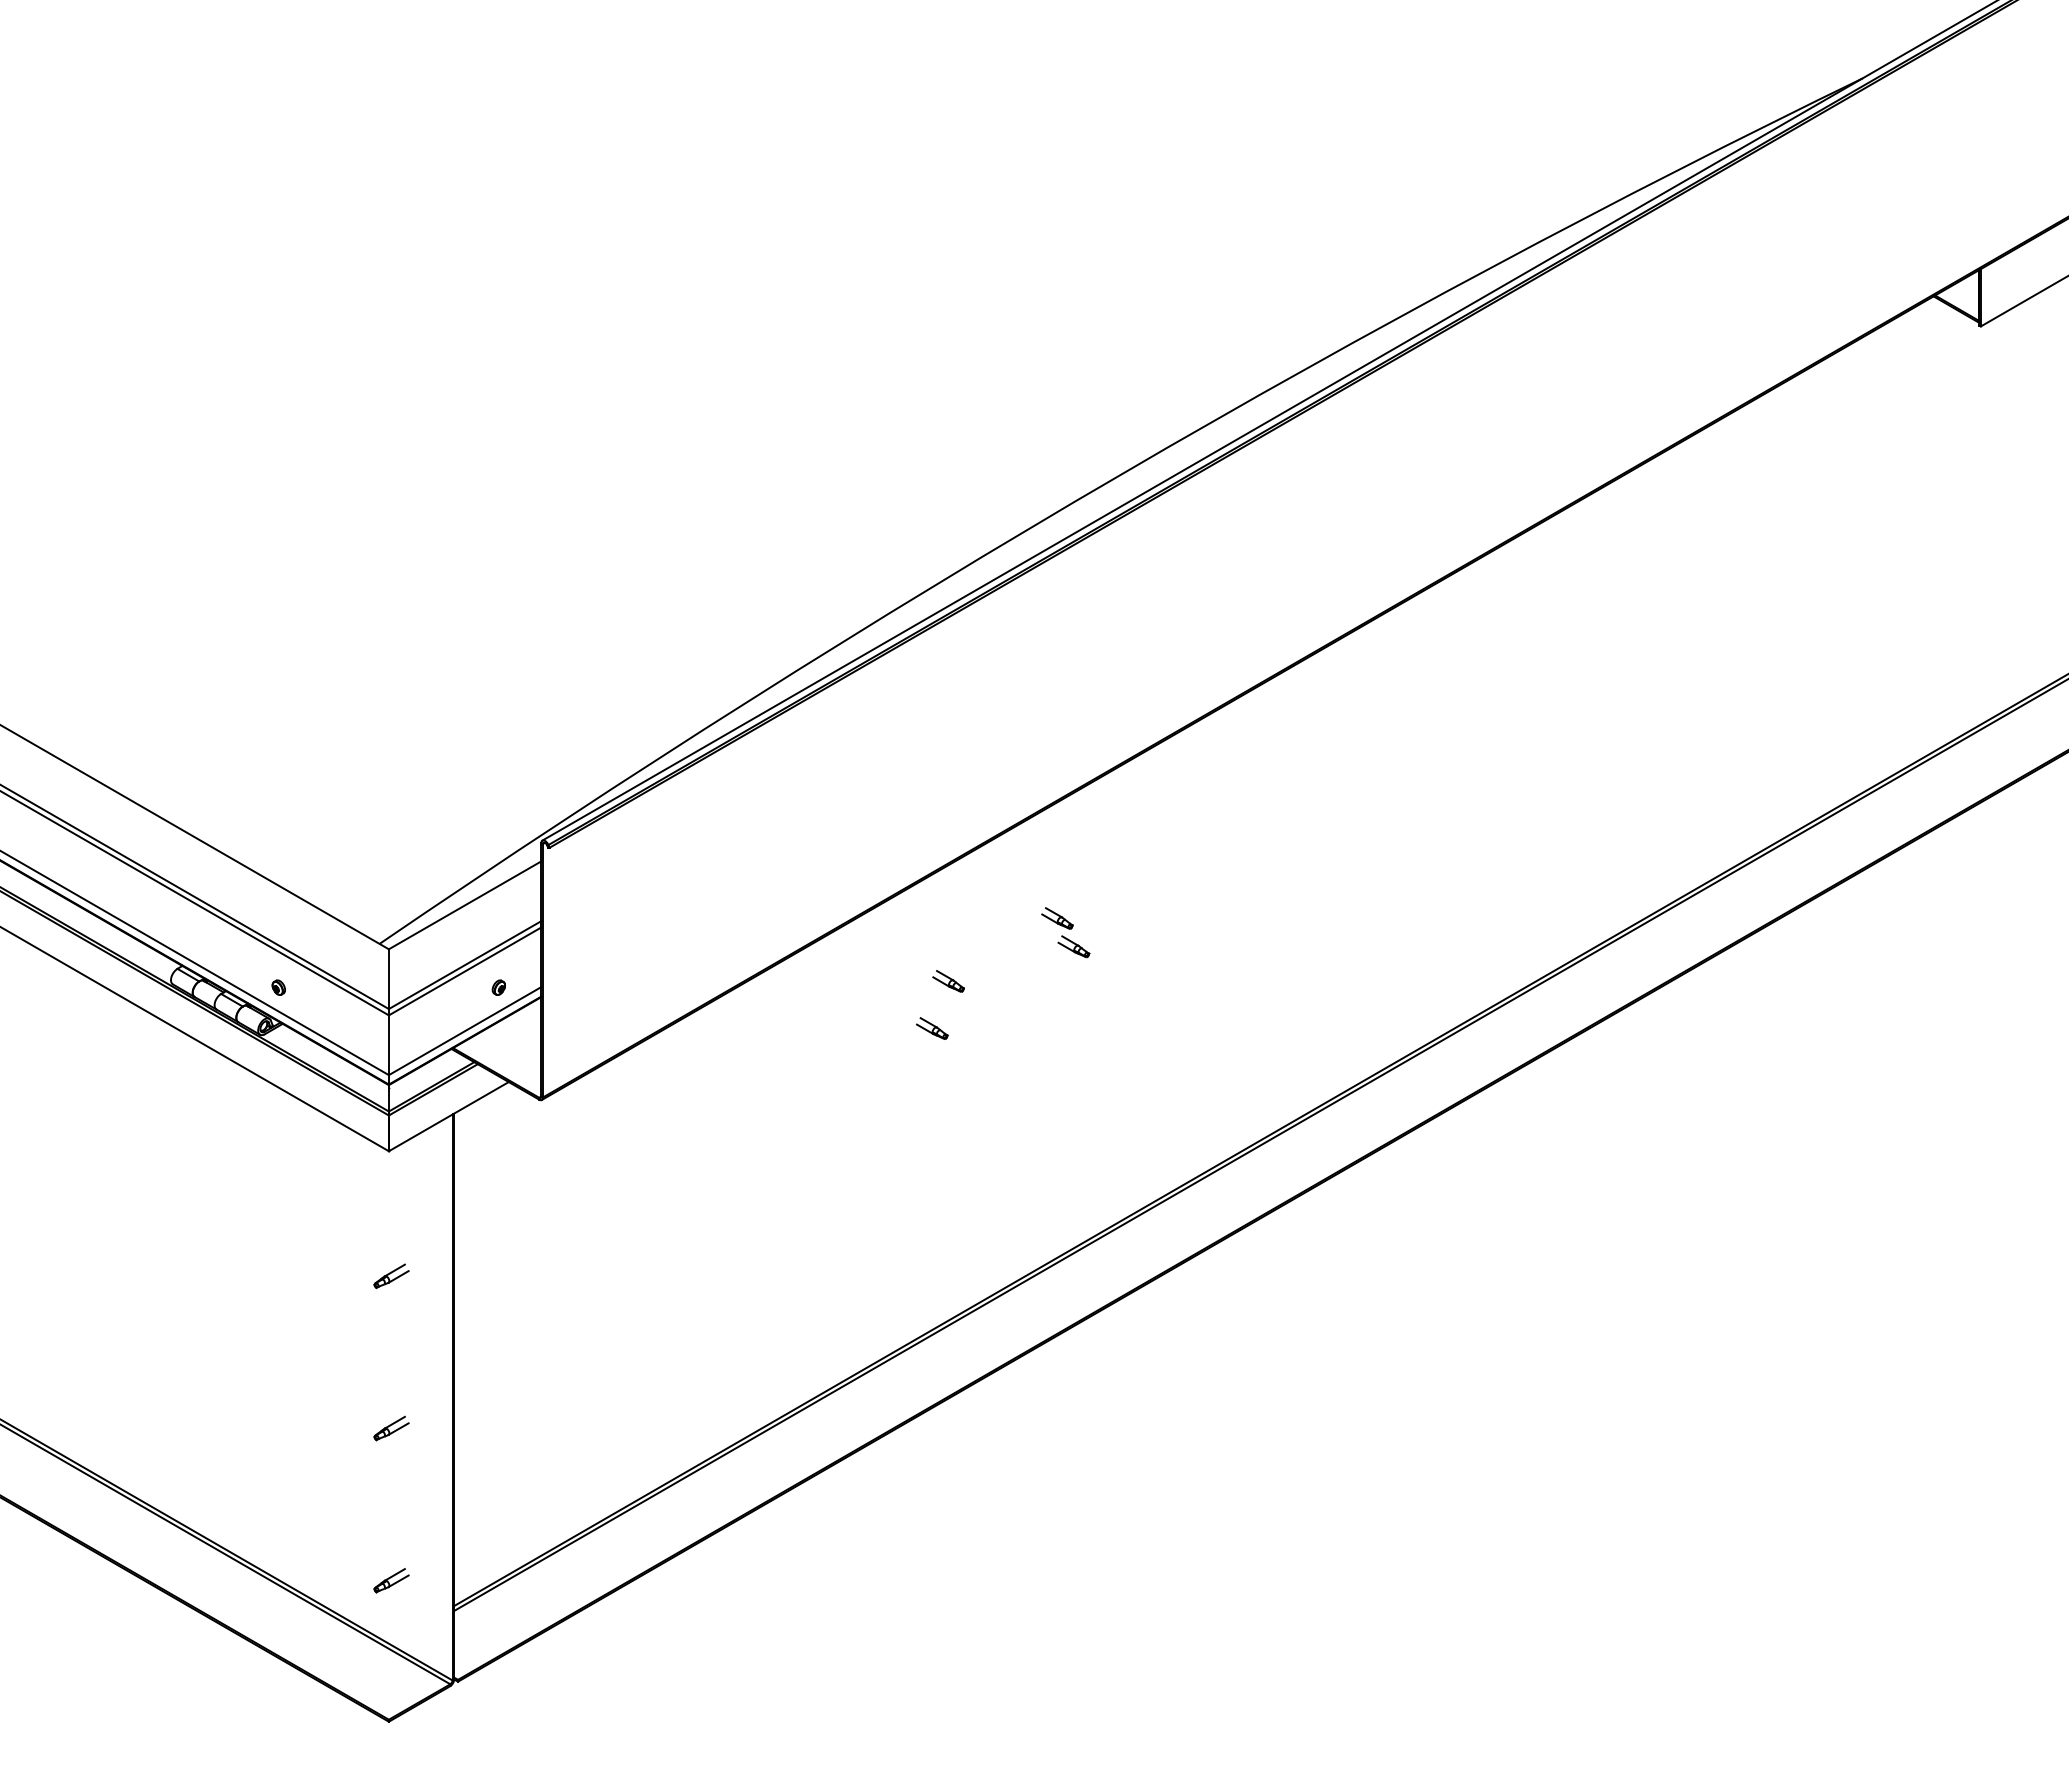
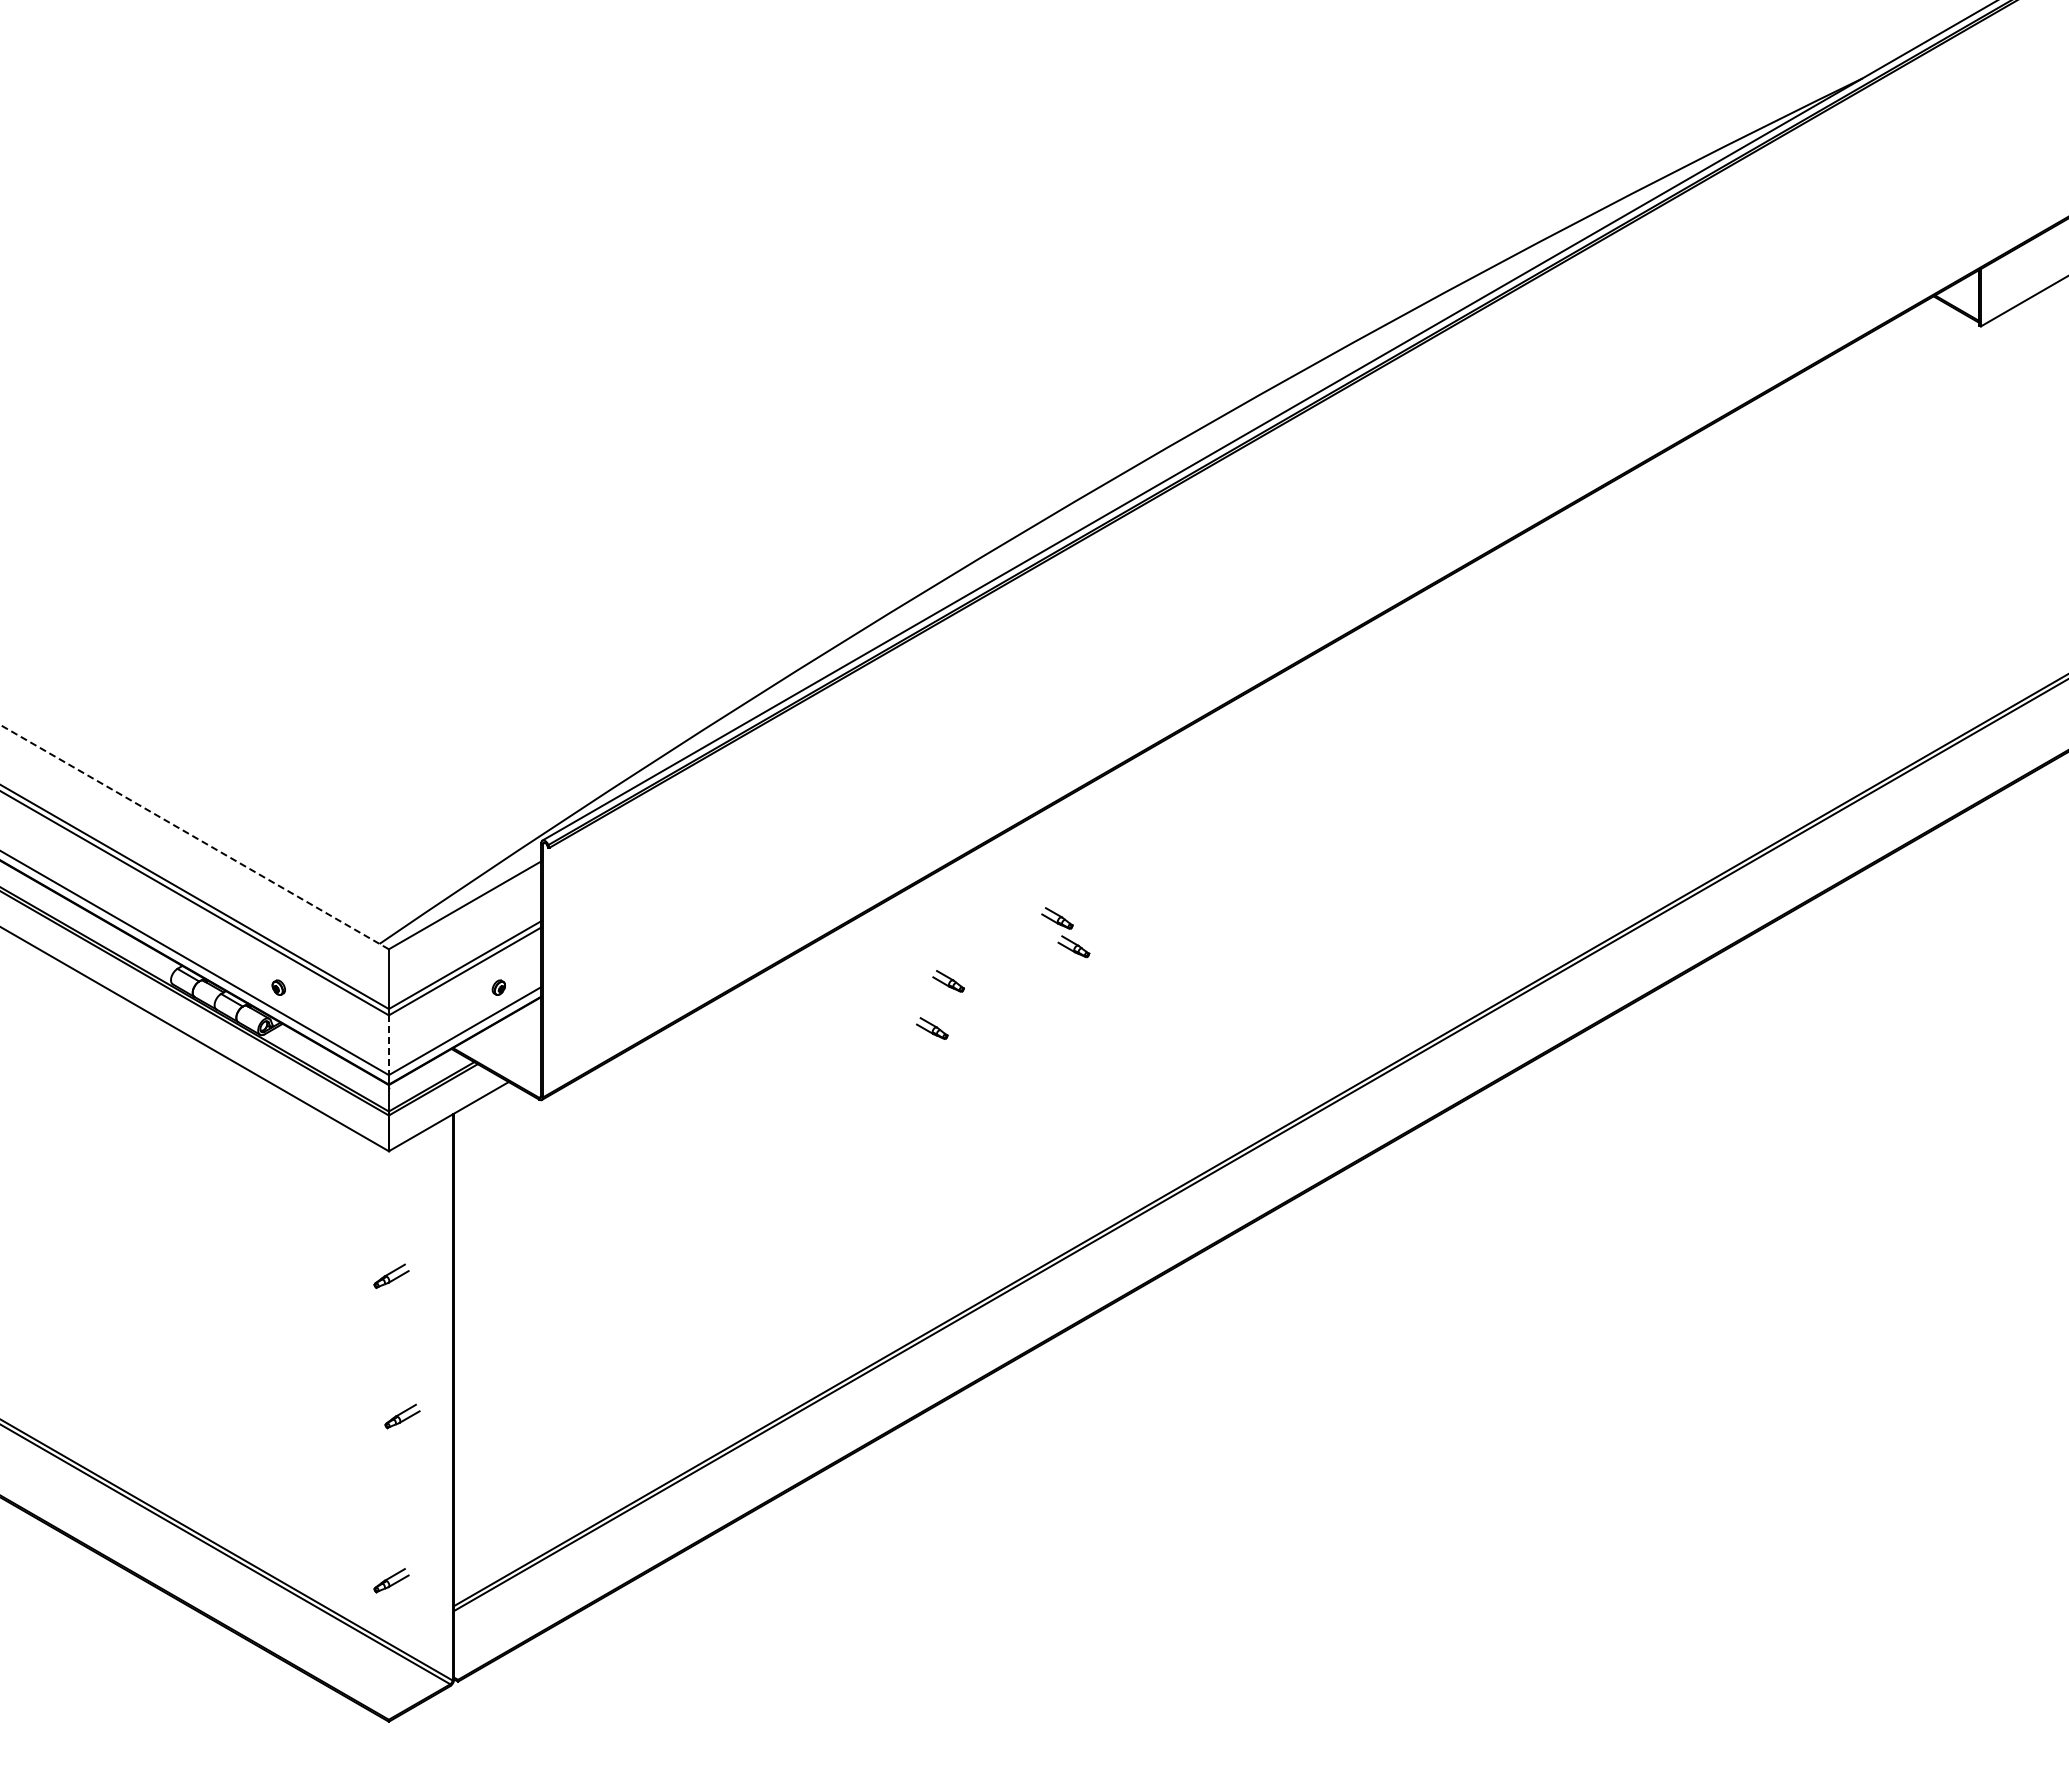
line at (194, 836): solid -> dashed
line at (388, 1045): solid -> dashed
part at (391, 1428) position: (391, 1428) -> (402, 1416)
